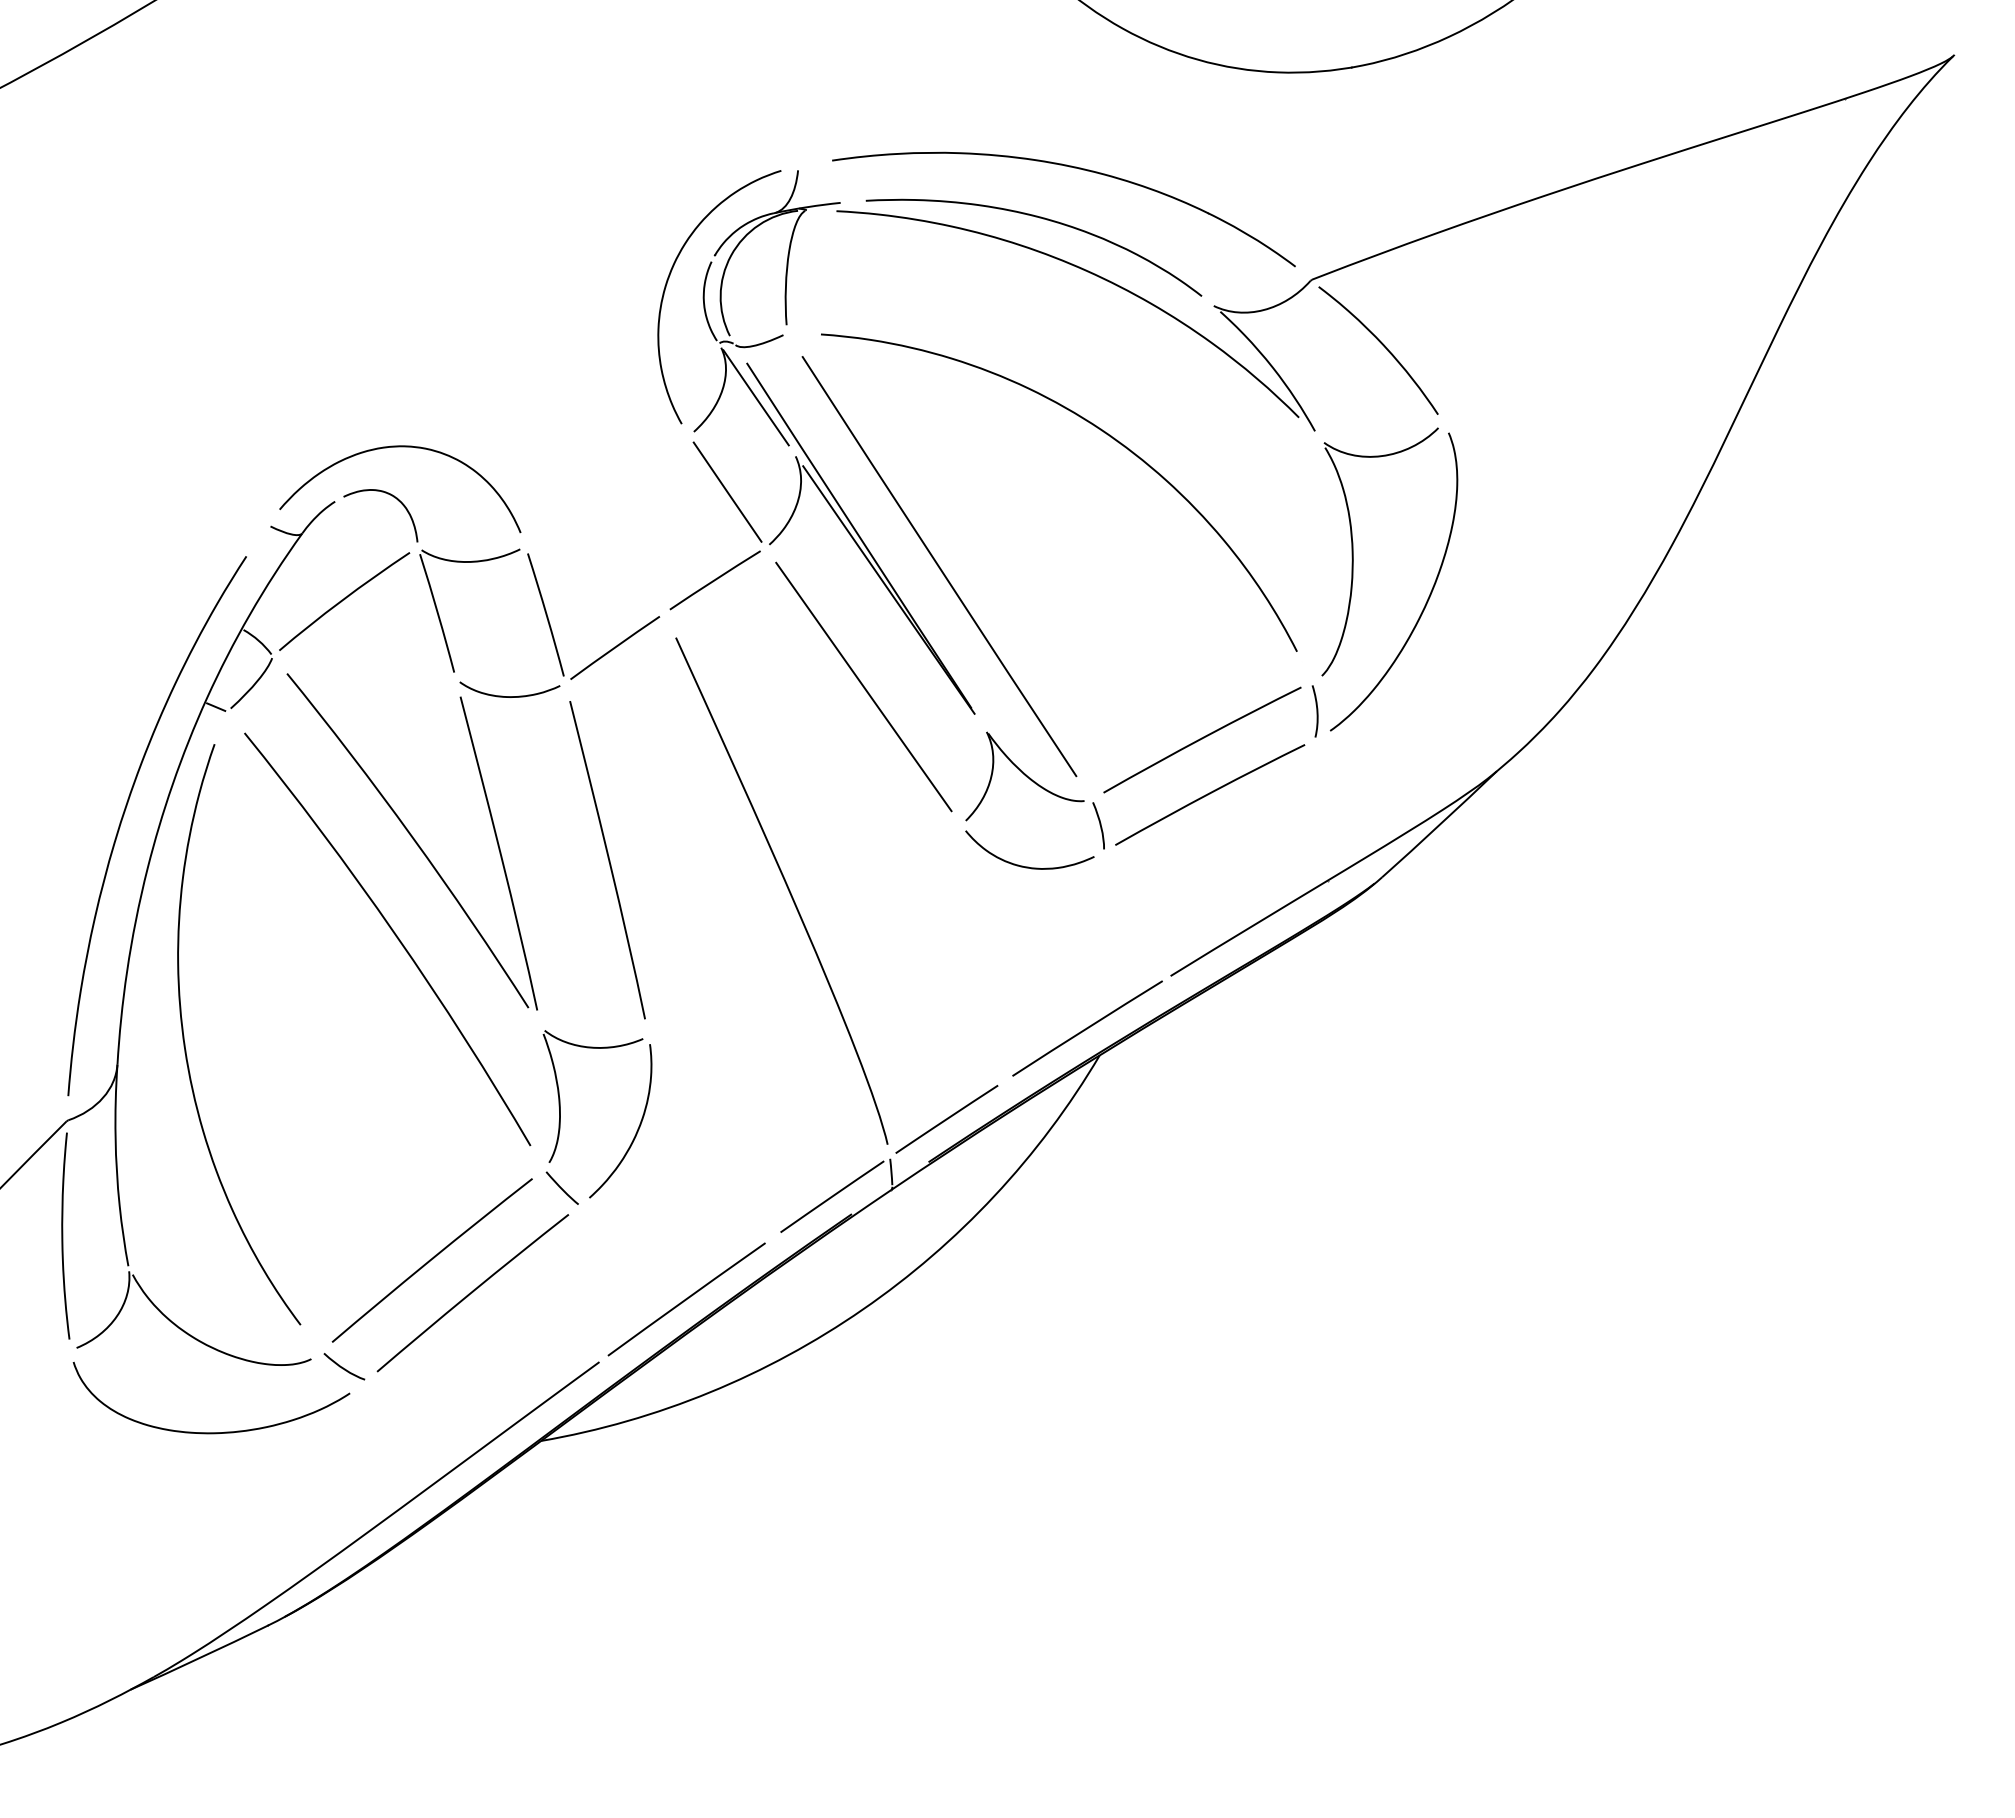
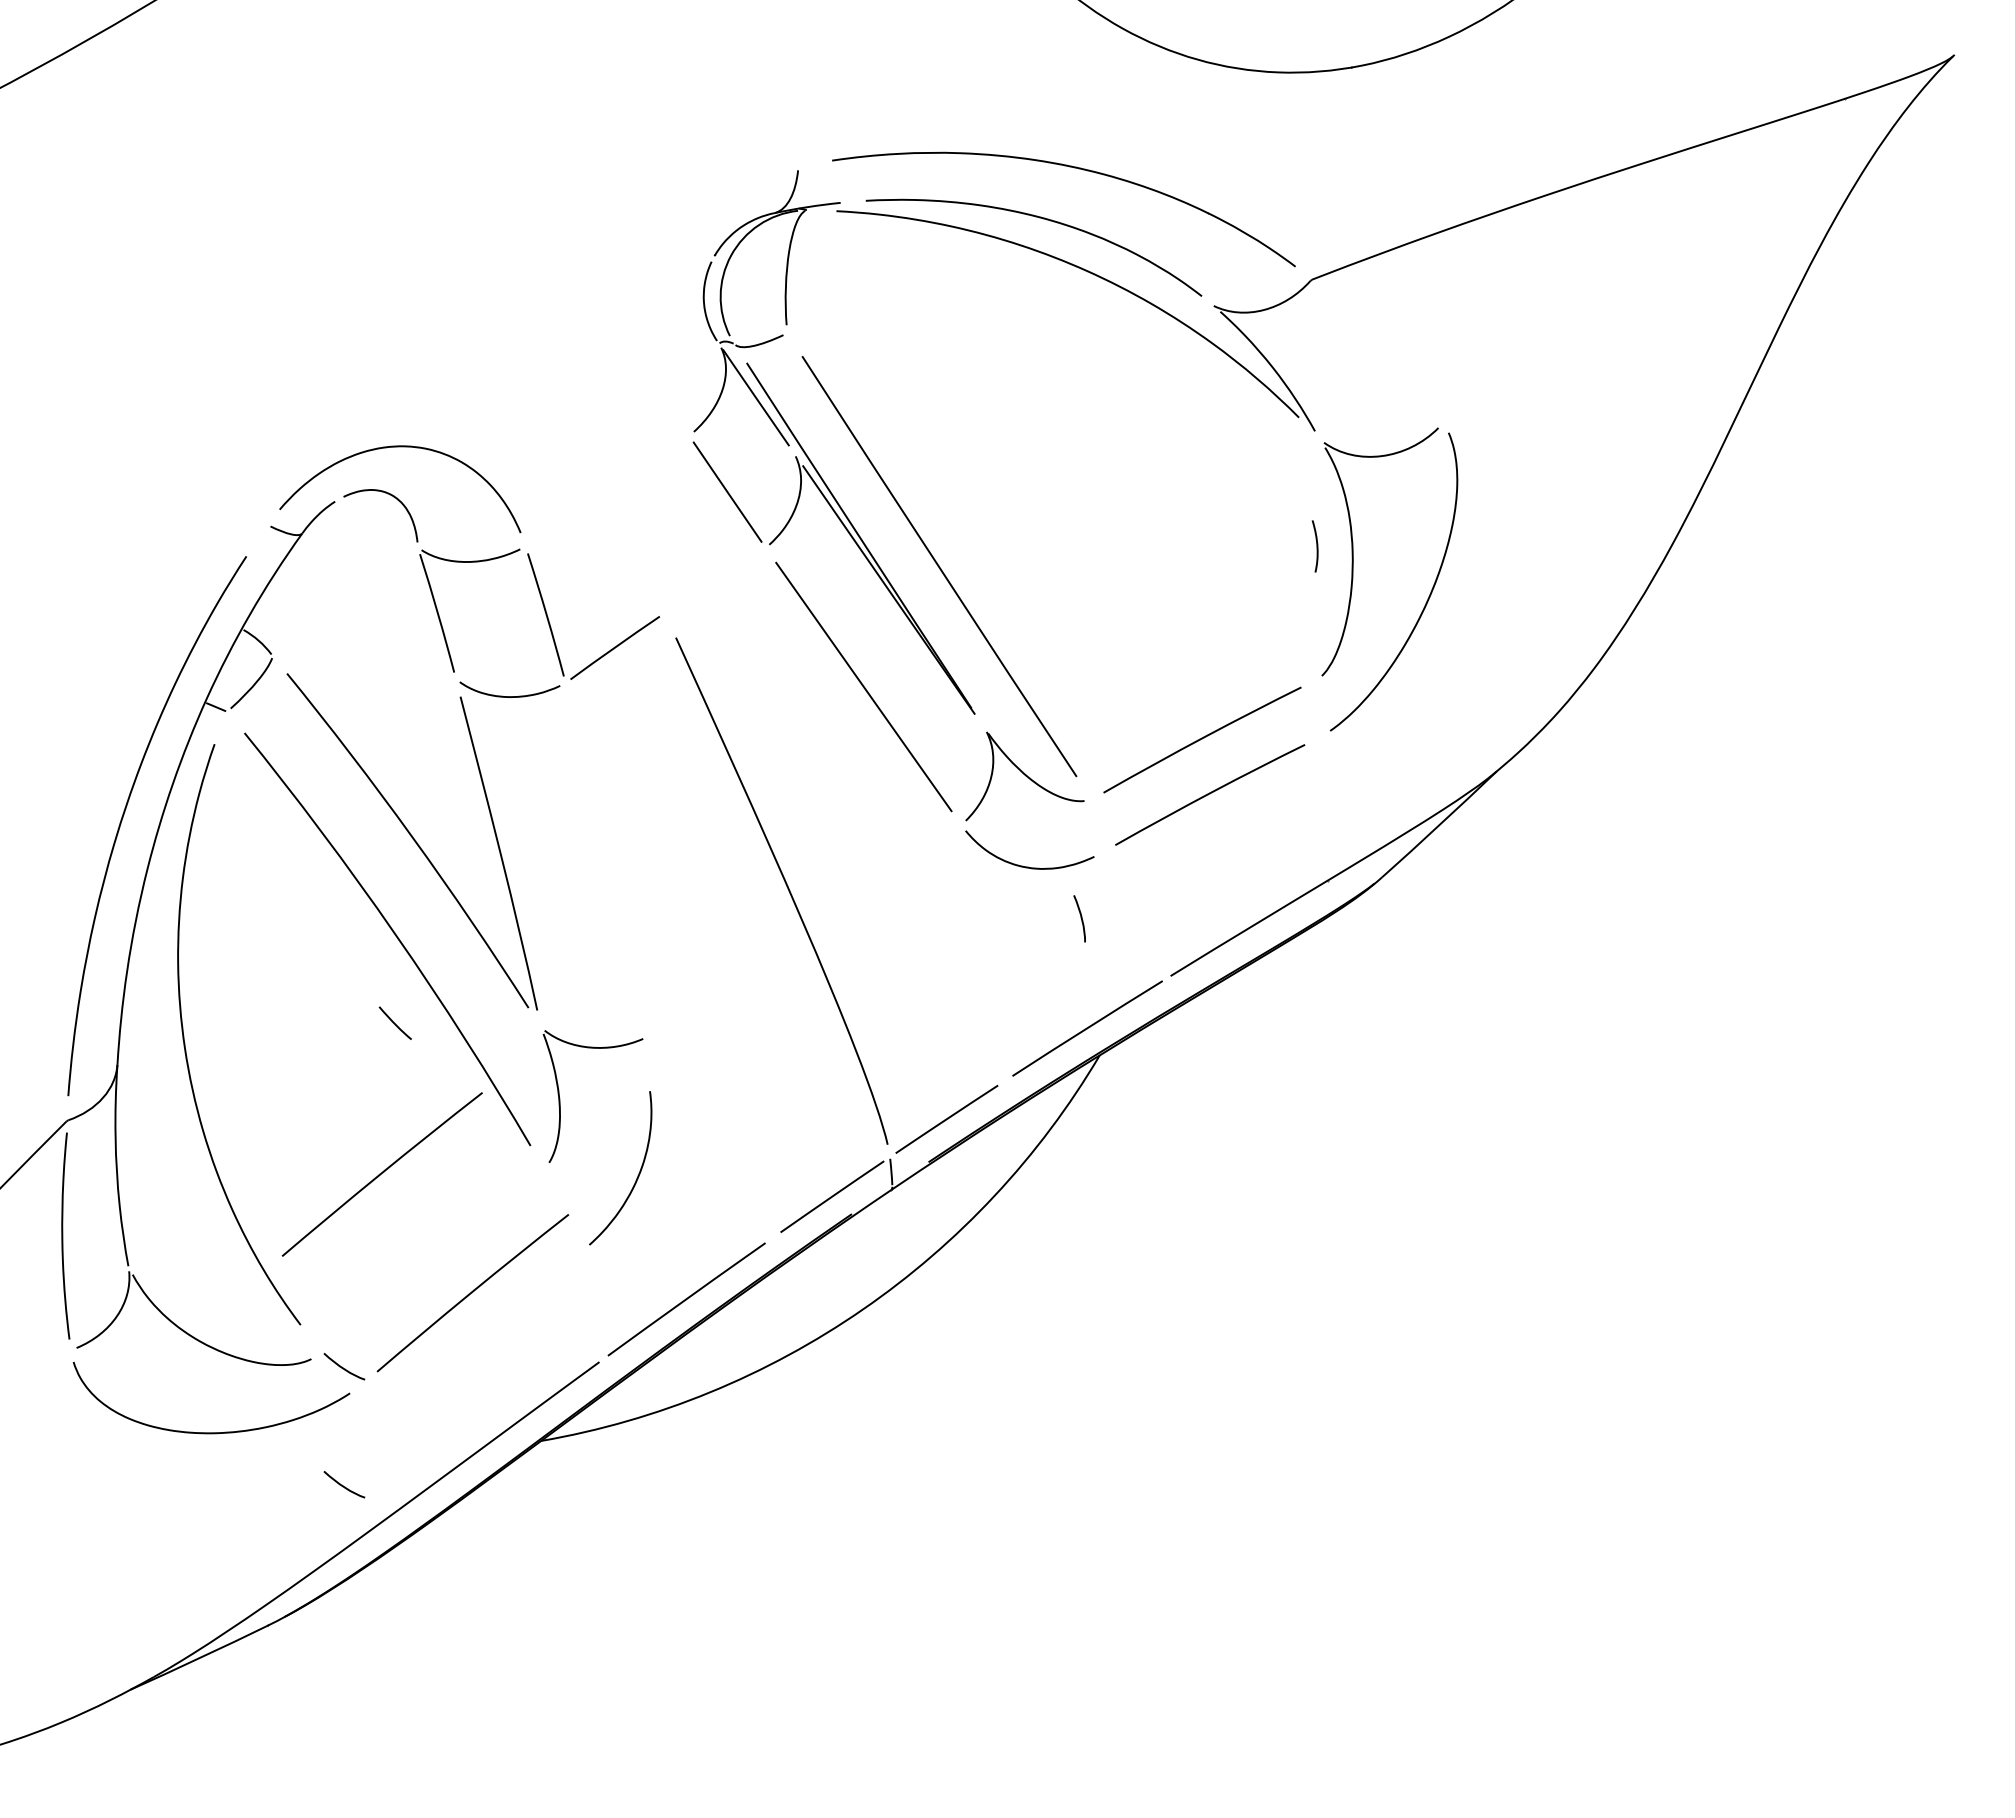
part at (668, 281): present -> none
curve at (1382, 345): present -> none
part at (1101, 431): present -> none
line at (714, 580): present -> none
curve at (344, 600): present -> none
curve at (1316, 711) position: (1316, 711) -> (1316, 546)
curve at (1099, 825) position: (1099, 825) -> (1080, 918)
curve at (608, 860): present -> none
curve at (637, 1128) position: (637, 1128) -> (637, 1175)
line at (561, 1187) position: (561, 1187) -> (394, 1022)
curve at (431, 1260) position: (431, 1260) -> (381, 1174)
curve at (343, 1485): none -> present
